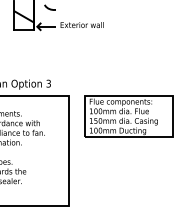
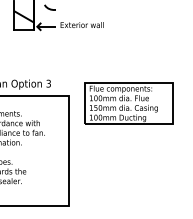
part at (128, 116) position: (128, 116) -> (128, 103)
